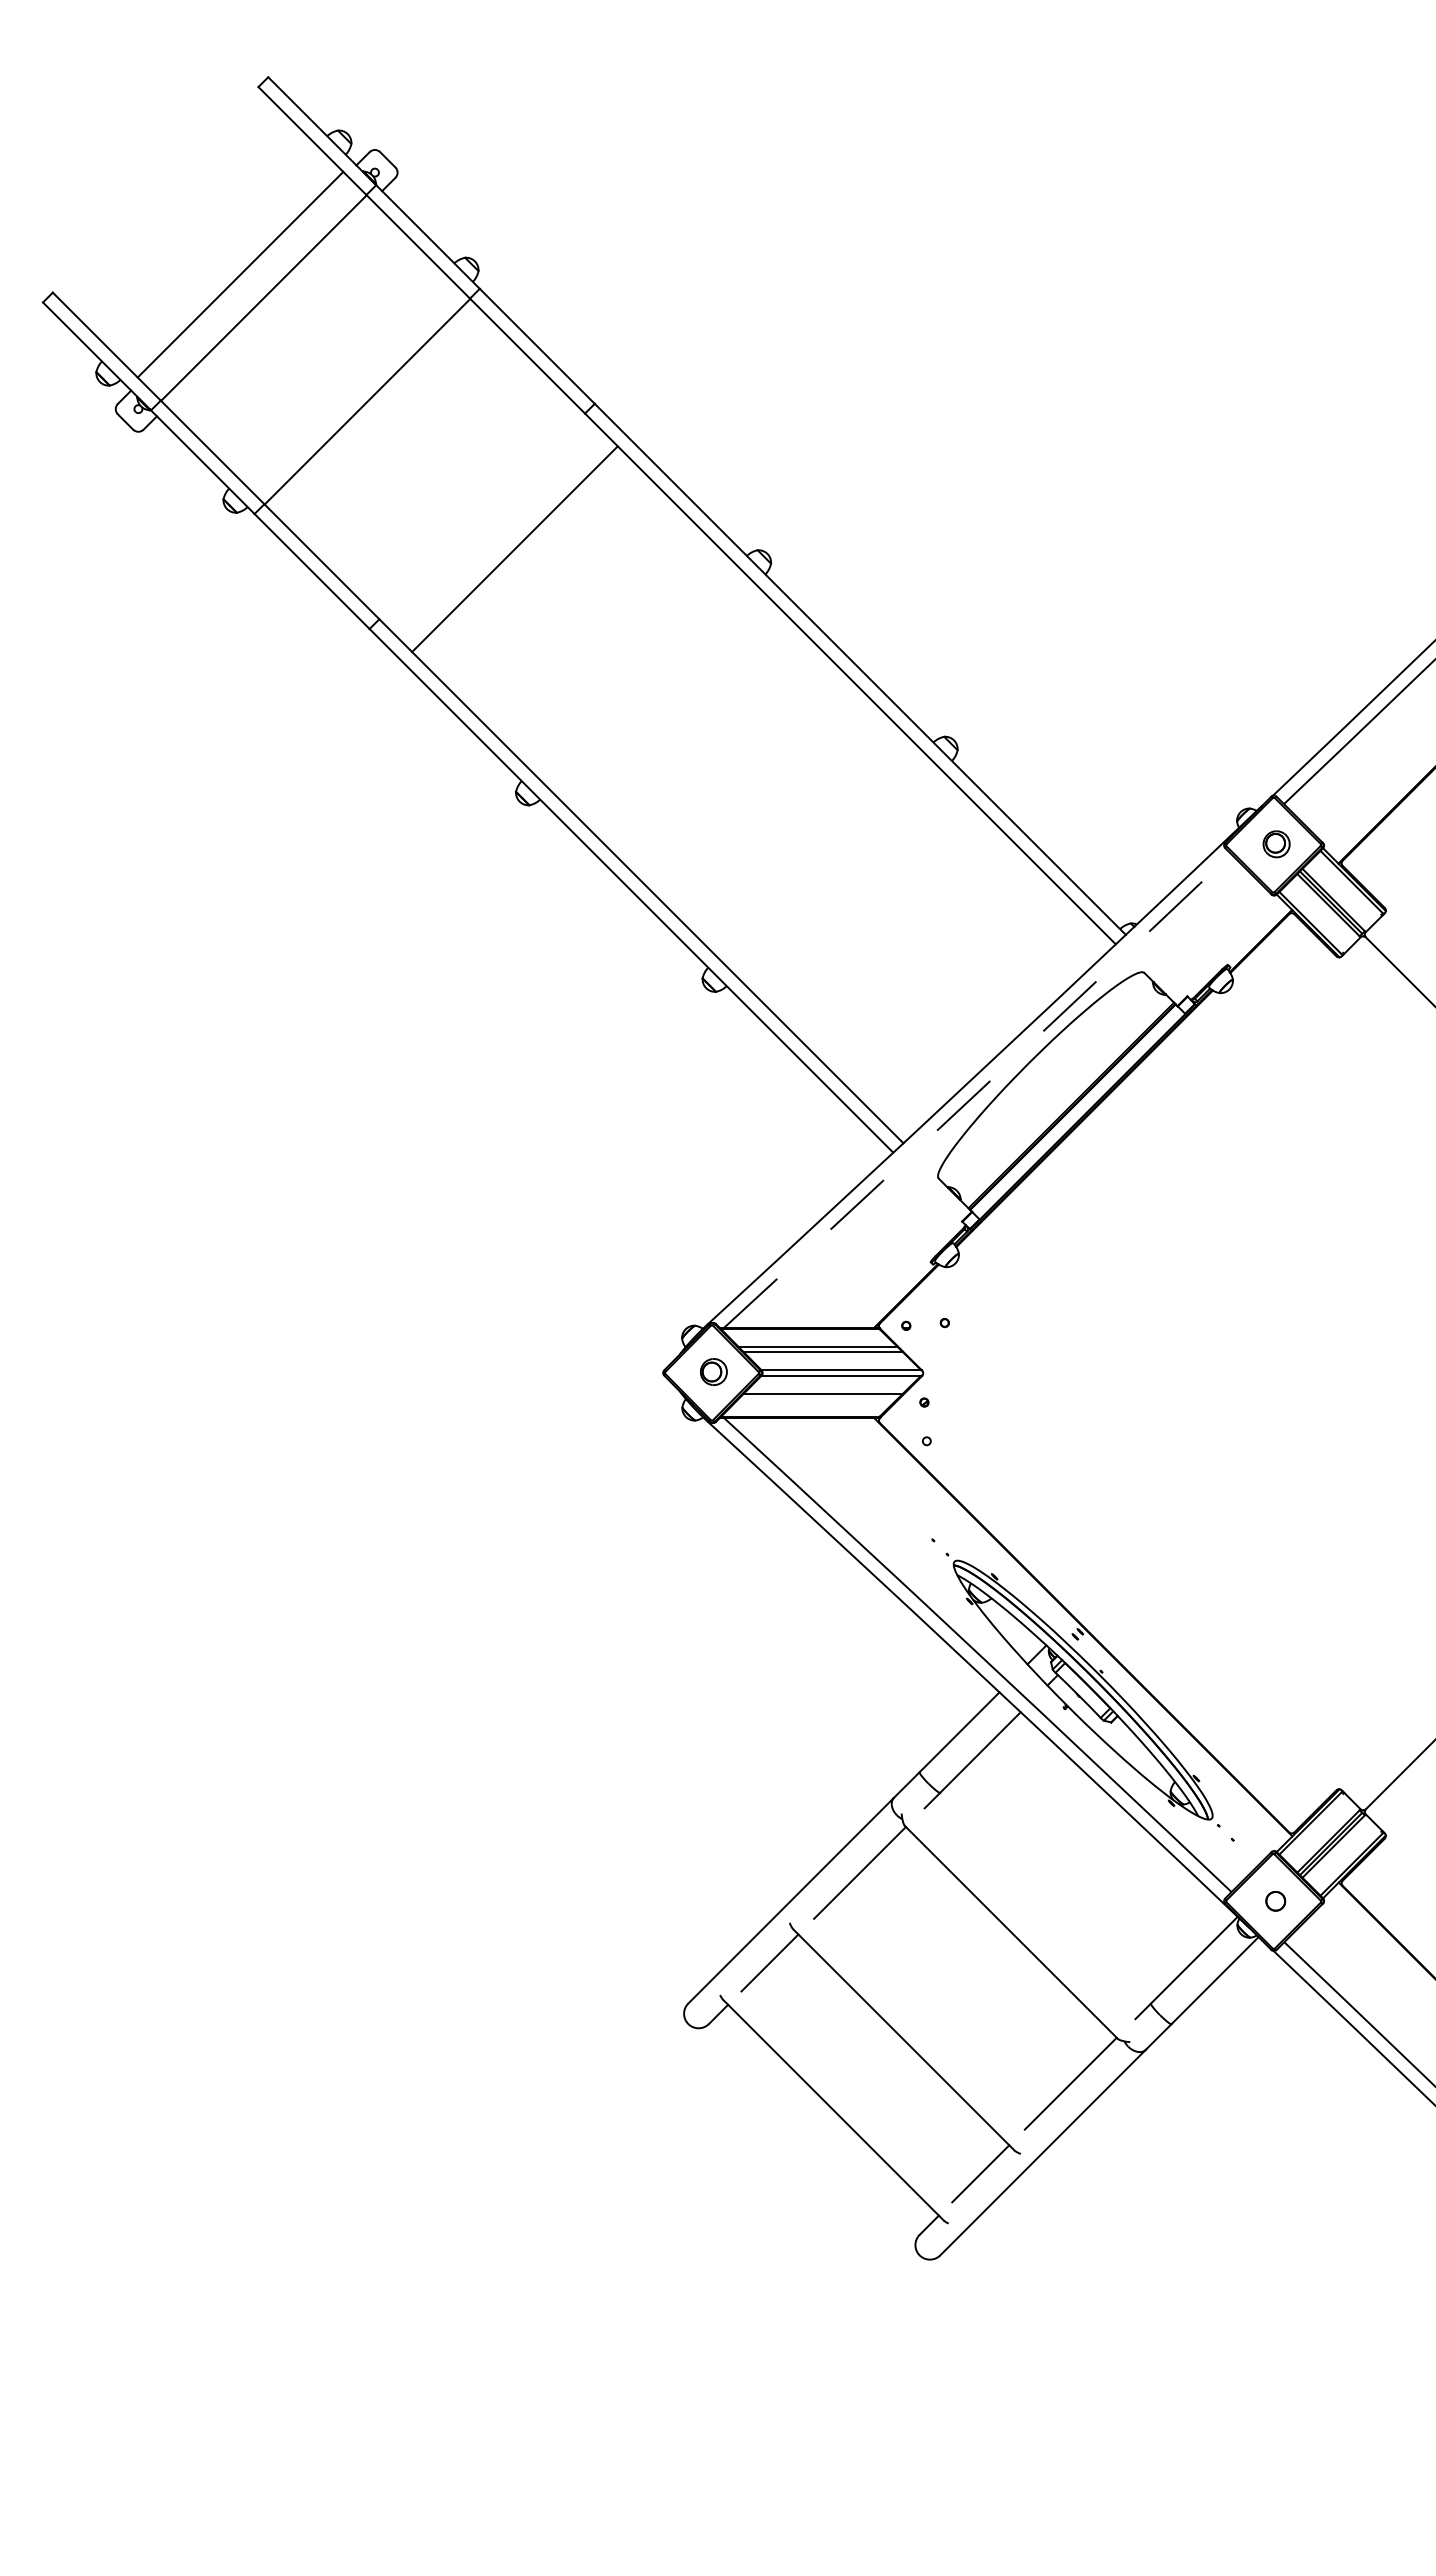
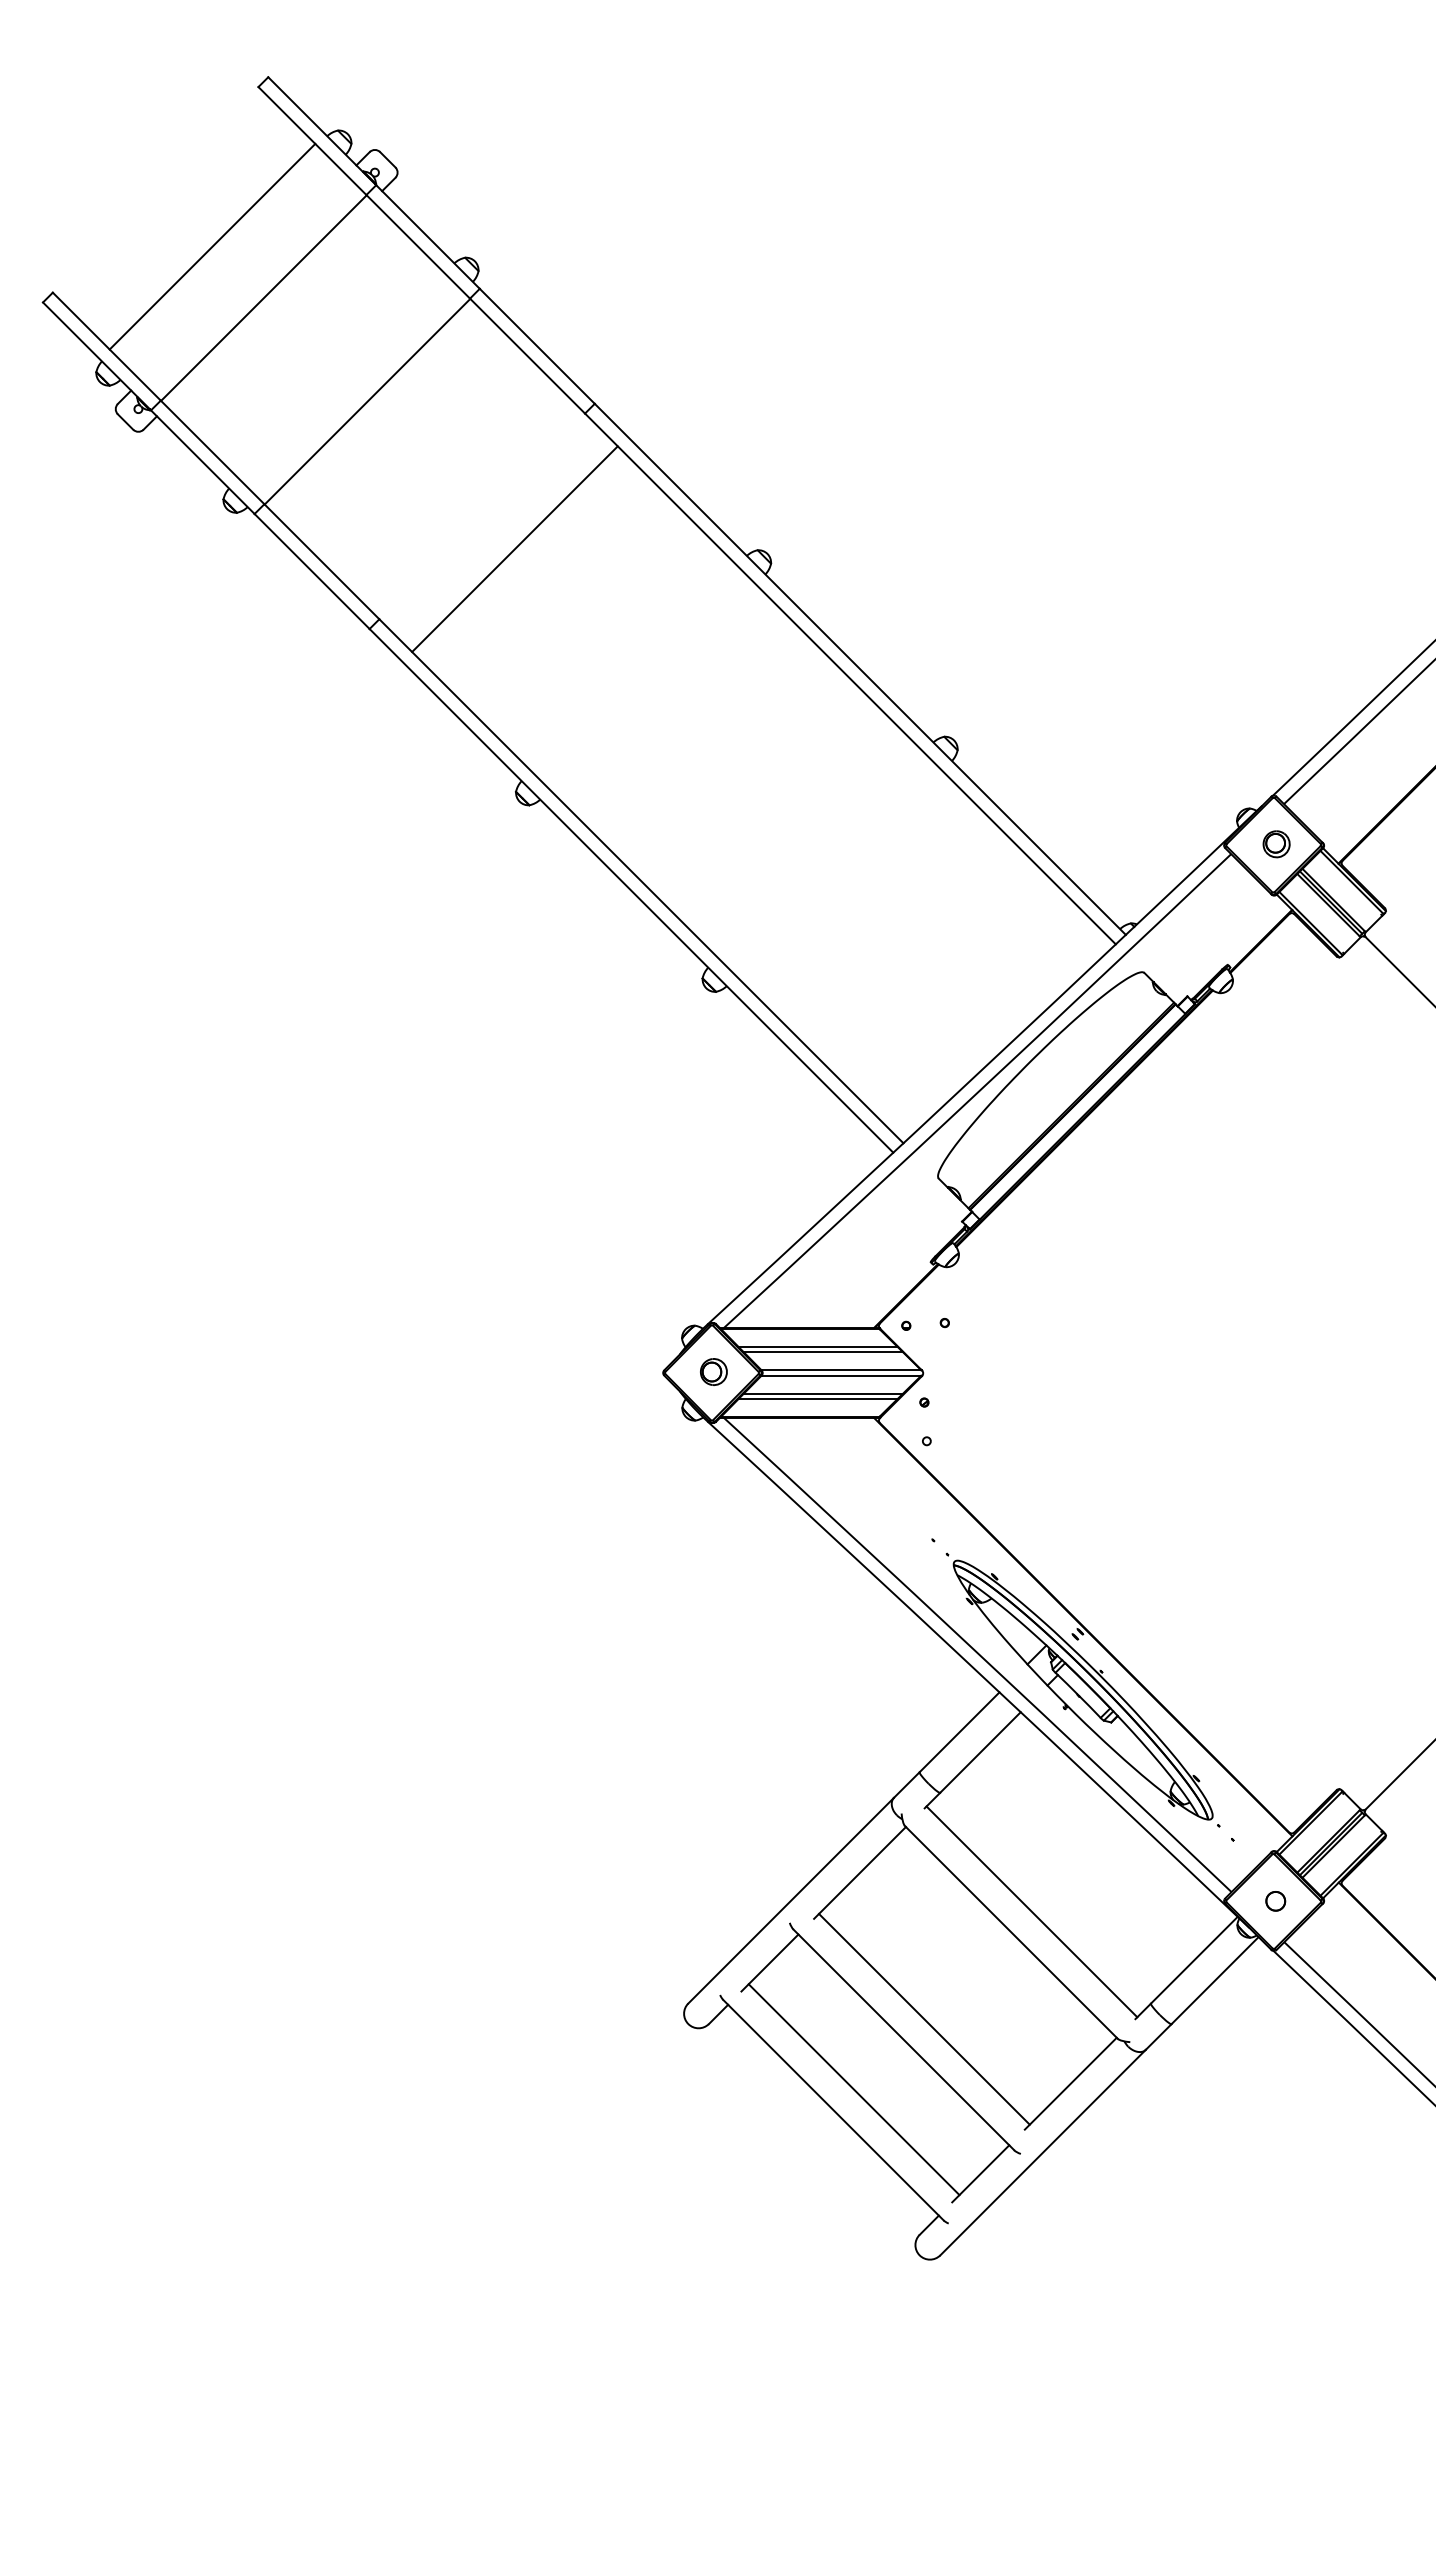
line at (240, 274) position: (240, 274) -> (212, 246)
arc at (978, 1092): dashed -> solid
line at (817, 1398): none -> present
line at (1031, 1911): none -> present
line at (924, 2018): none -> present
line at (853, 2089): none -> present
